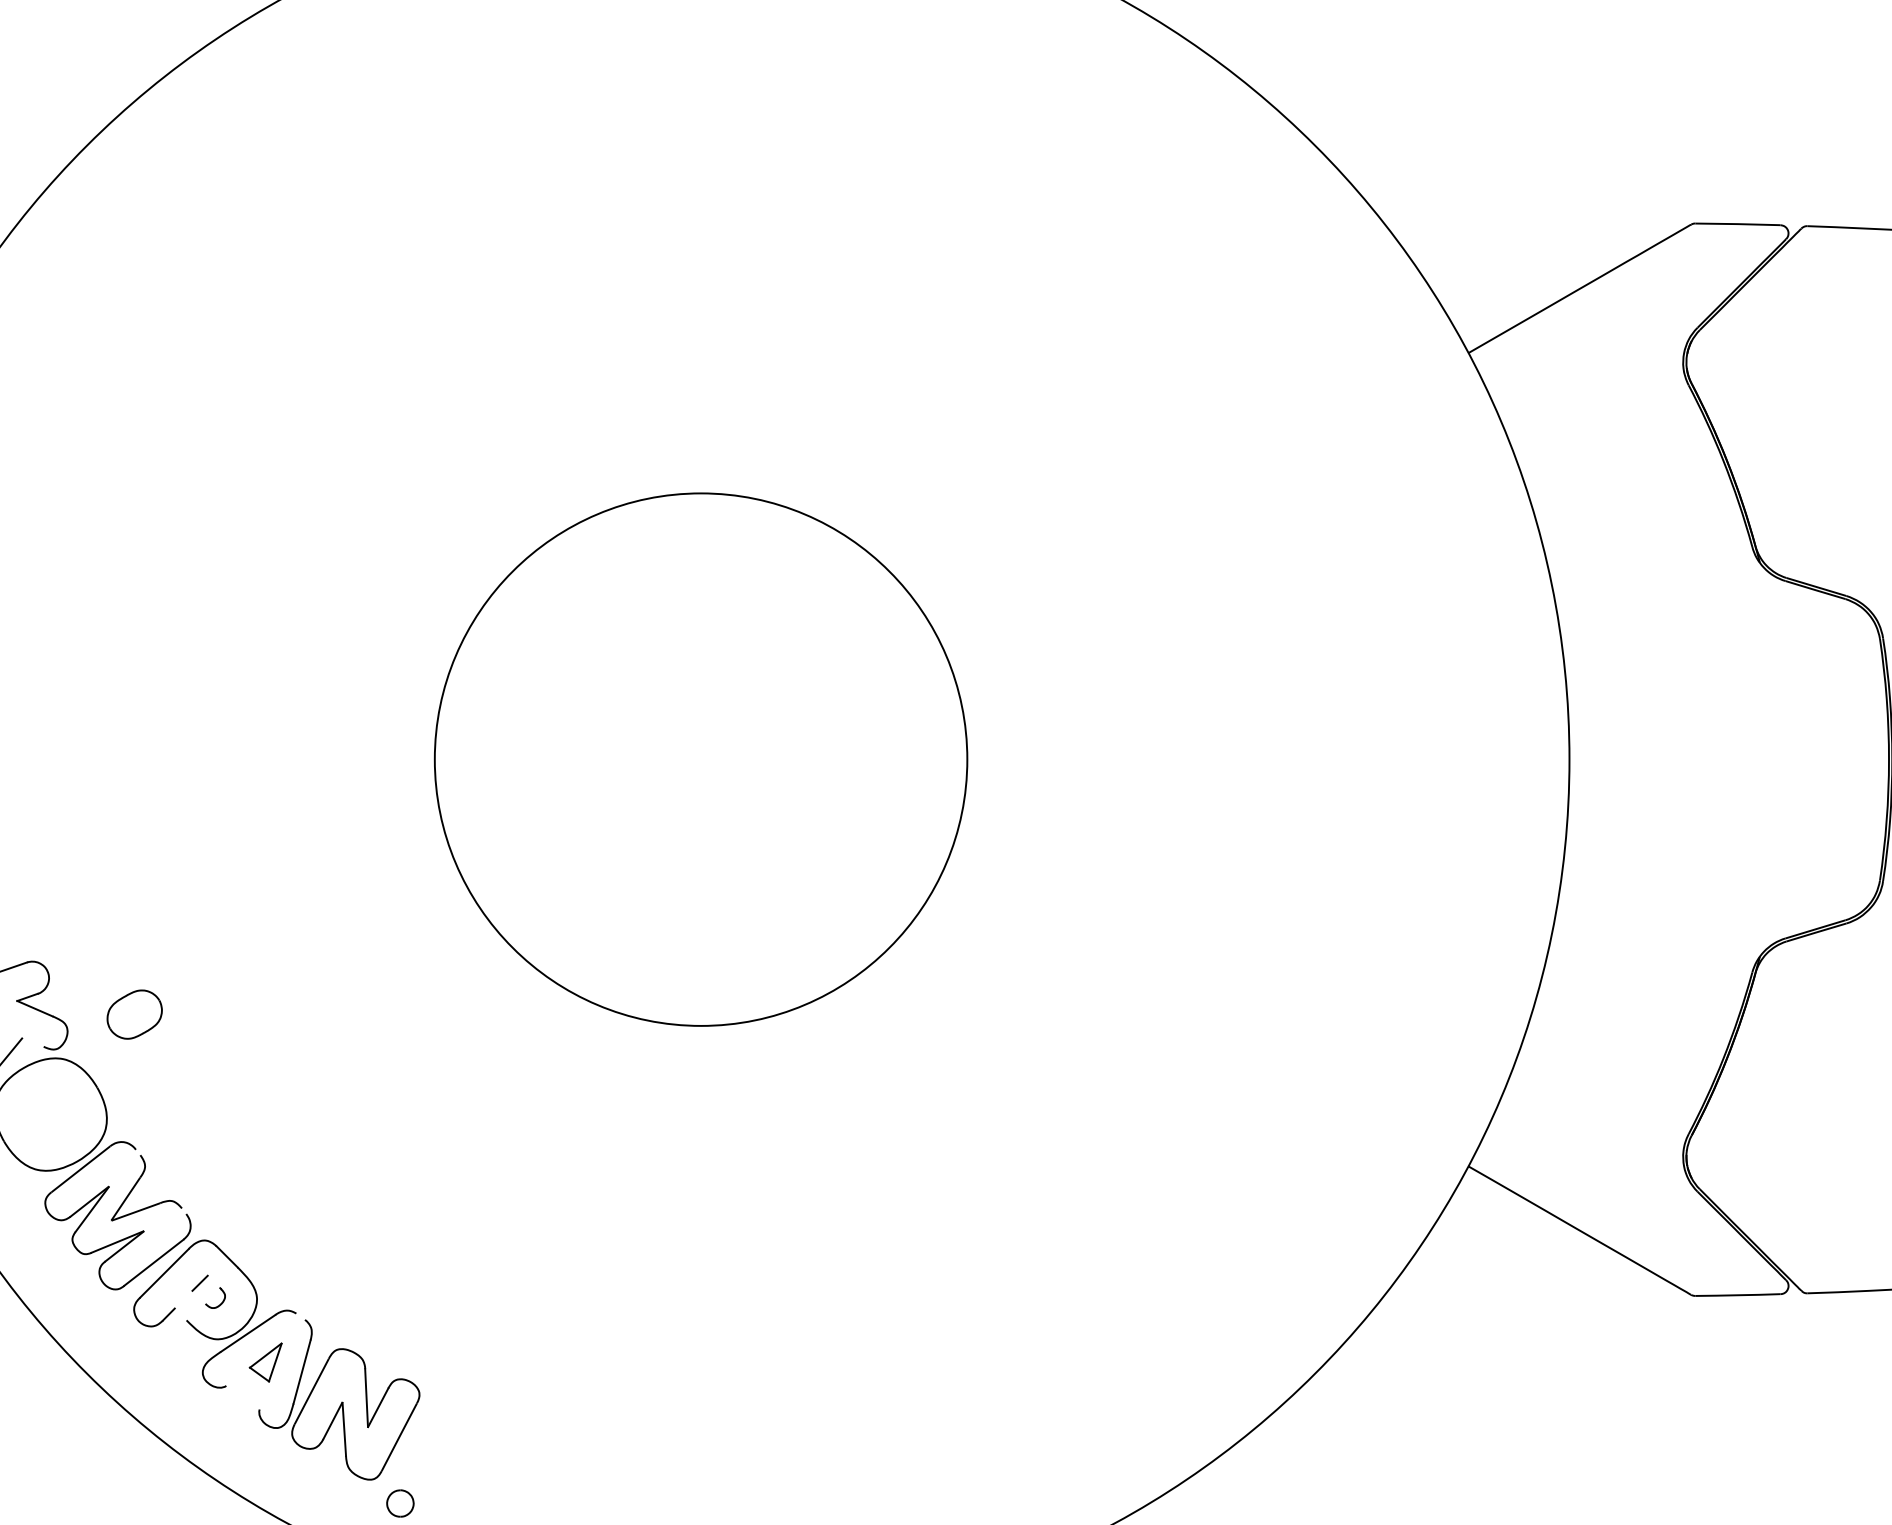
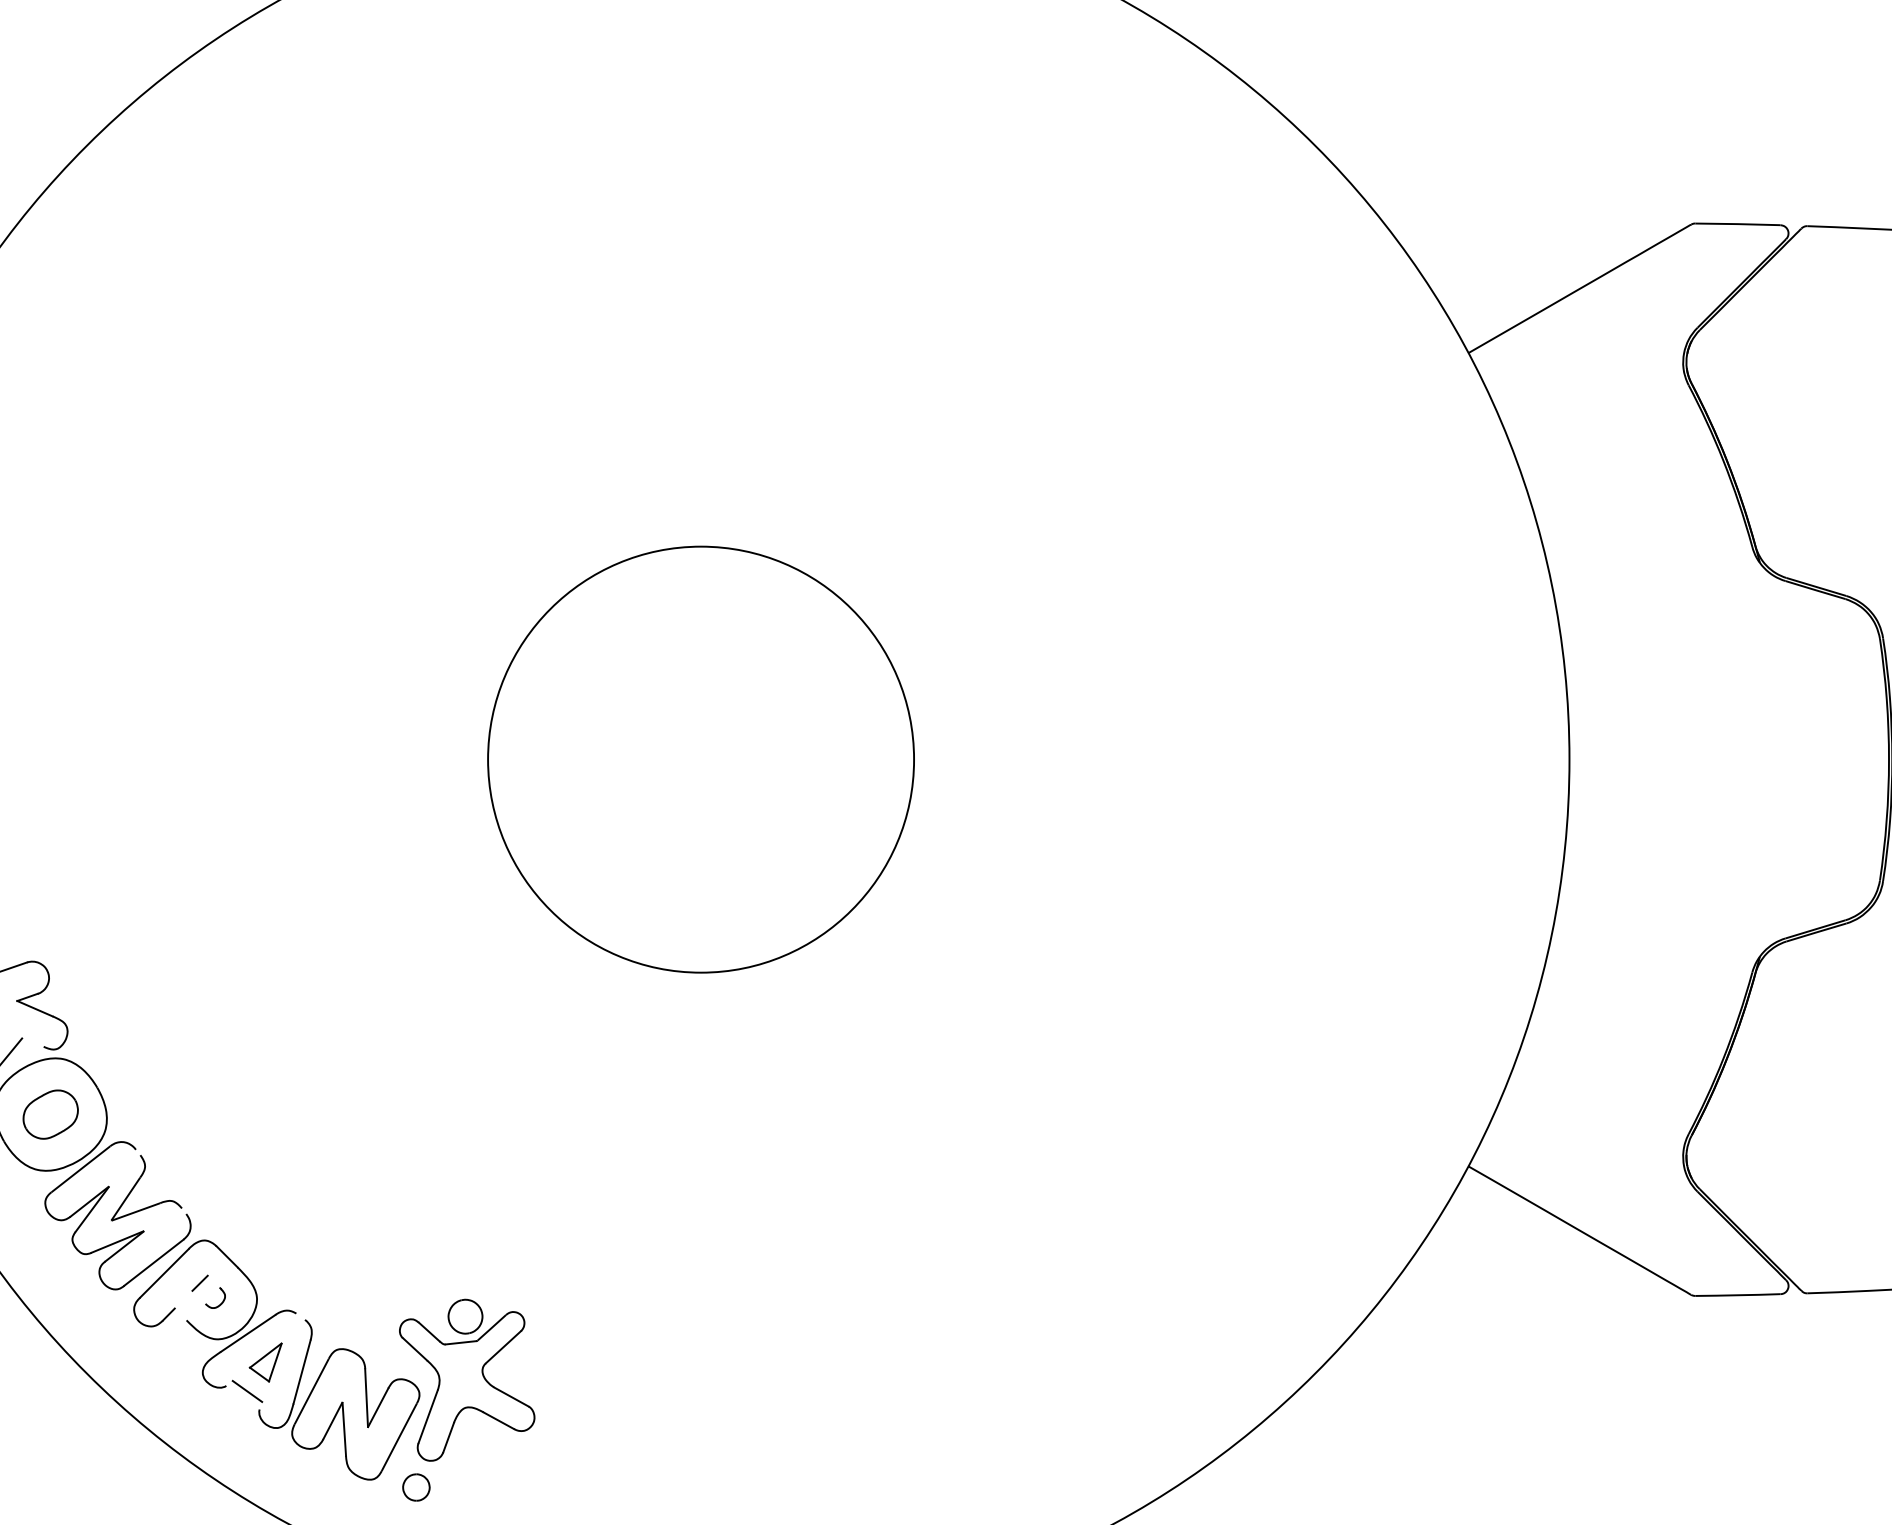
circle at (700, 759) diameter: 533 px -> 426 px
part at (134, 1014) position: (134, 1014) -> (50, 1114)
part at (467, 1379): none -> present
line at (247, 1390): none -> present
part at (400, 1503) position: (400, 1503) -> (416, 1487)
